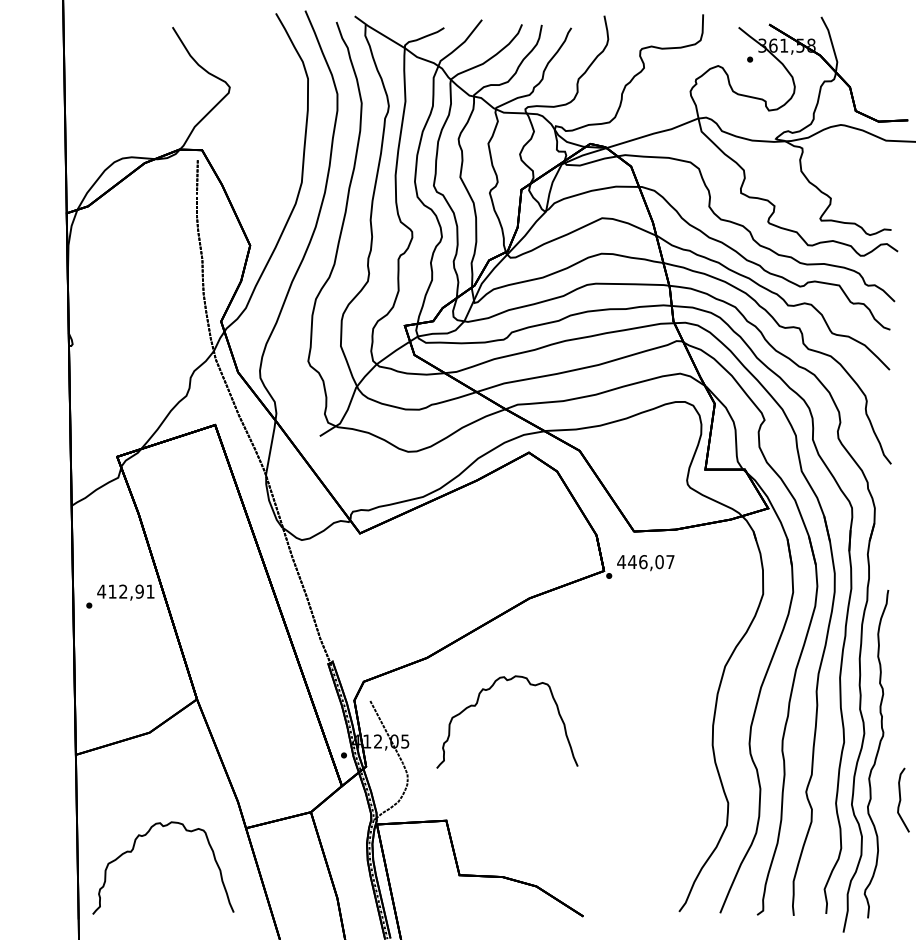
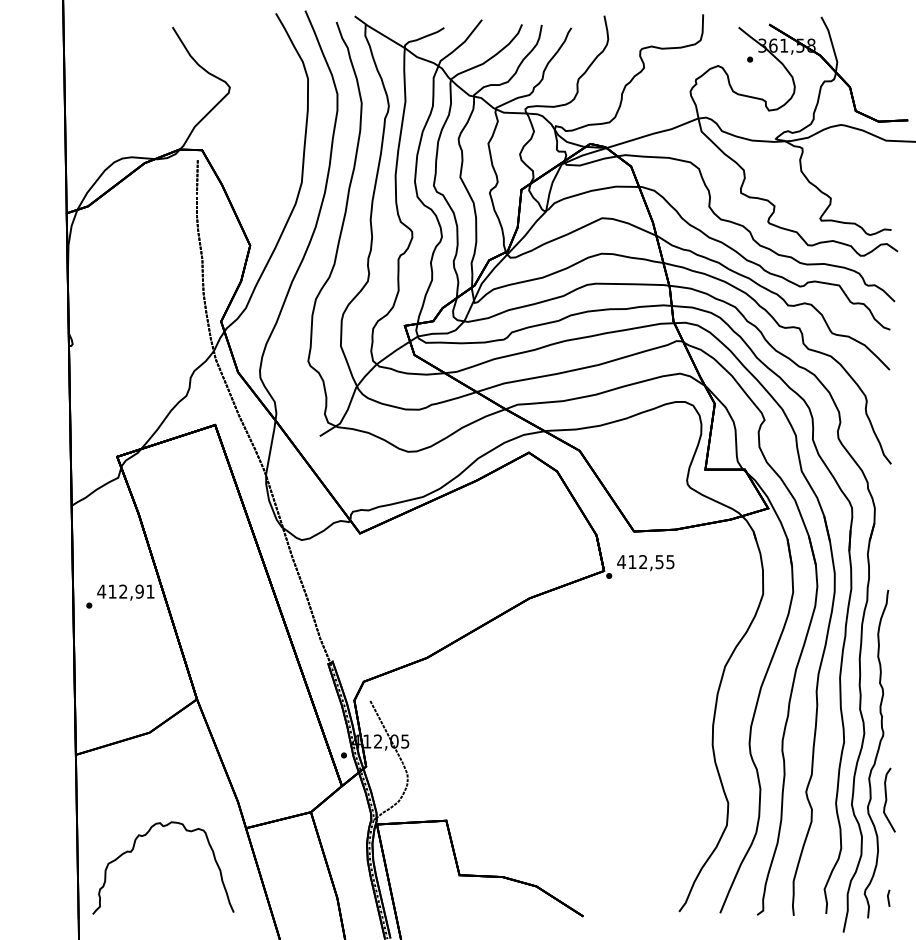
text at (650, 562): 446,07 -> 412,55
curve at (477, 704): present -> none
curve at (901, 799) position: (901, 799) -> (887, 799)
line at (888, 897): none -> present
